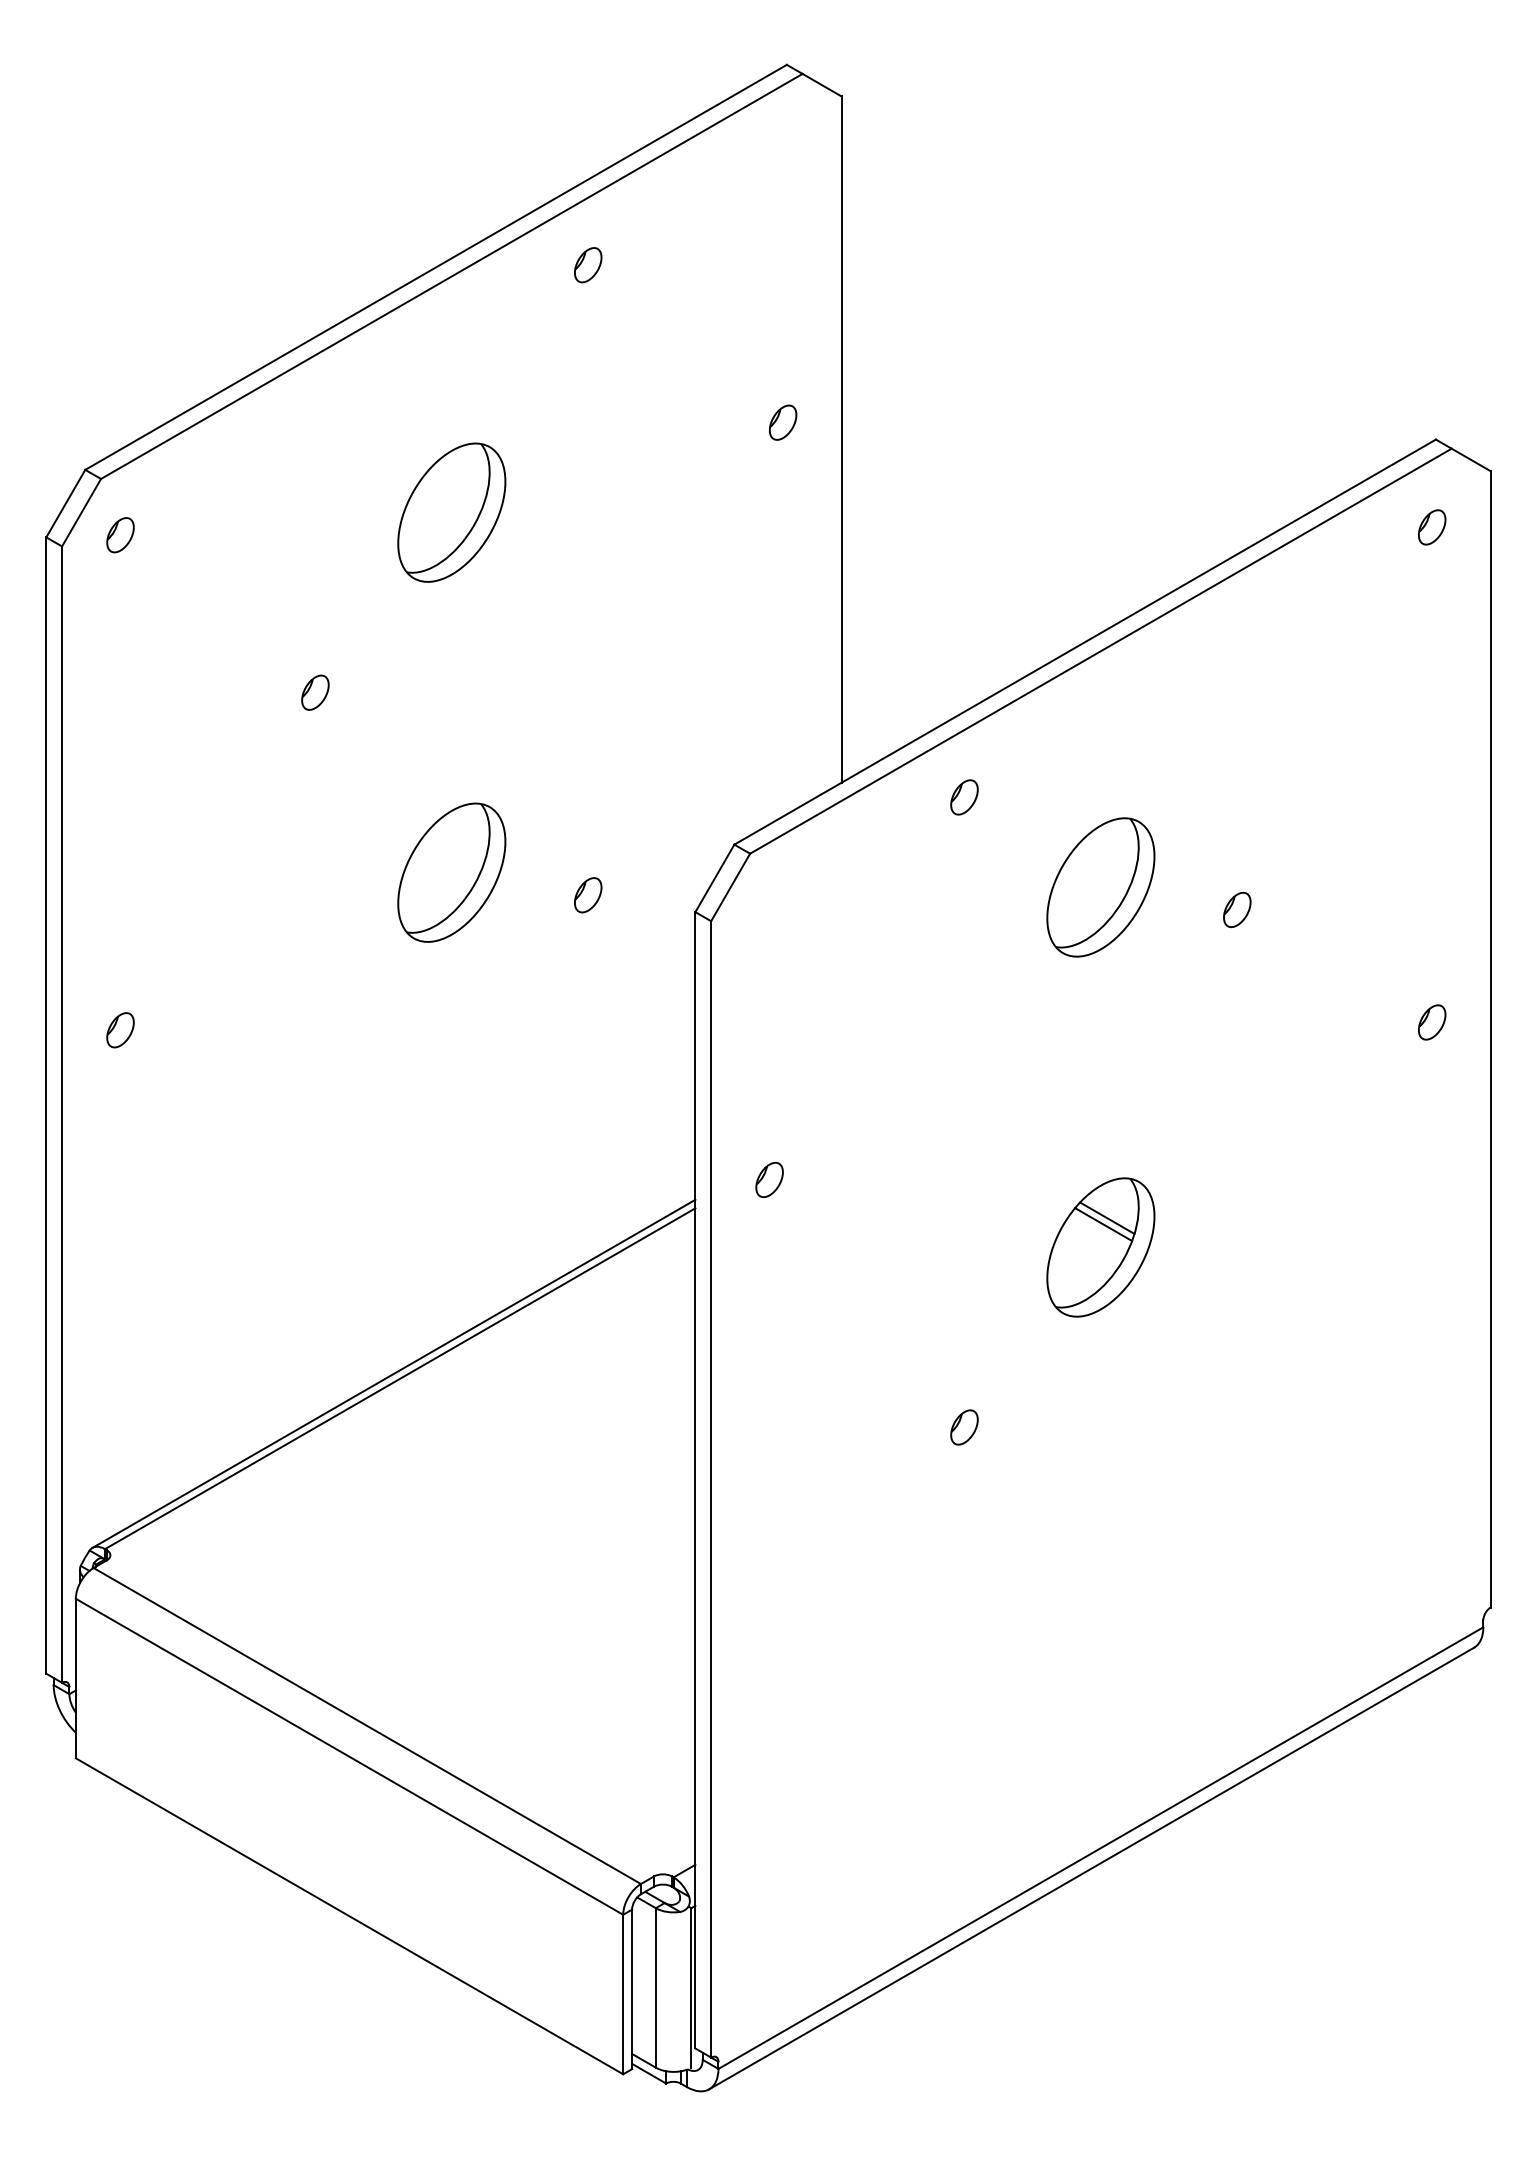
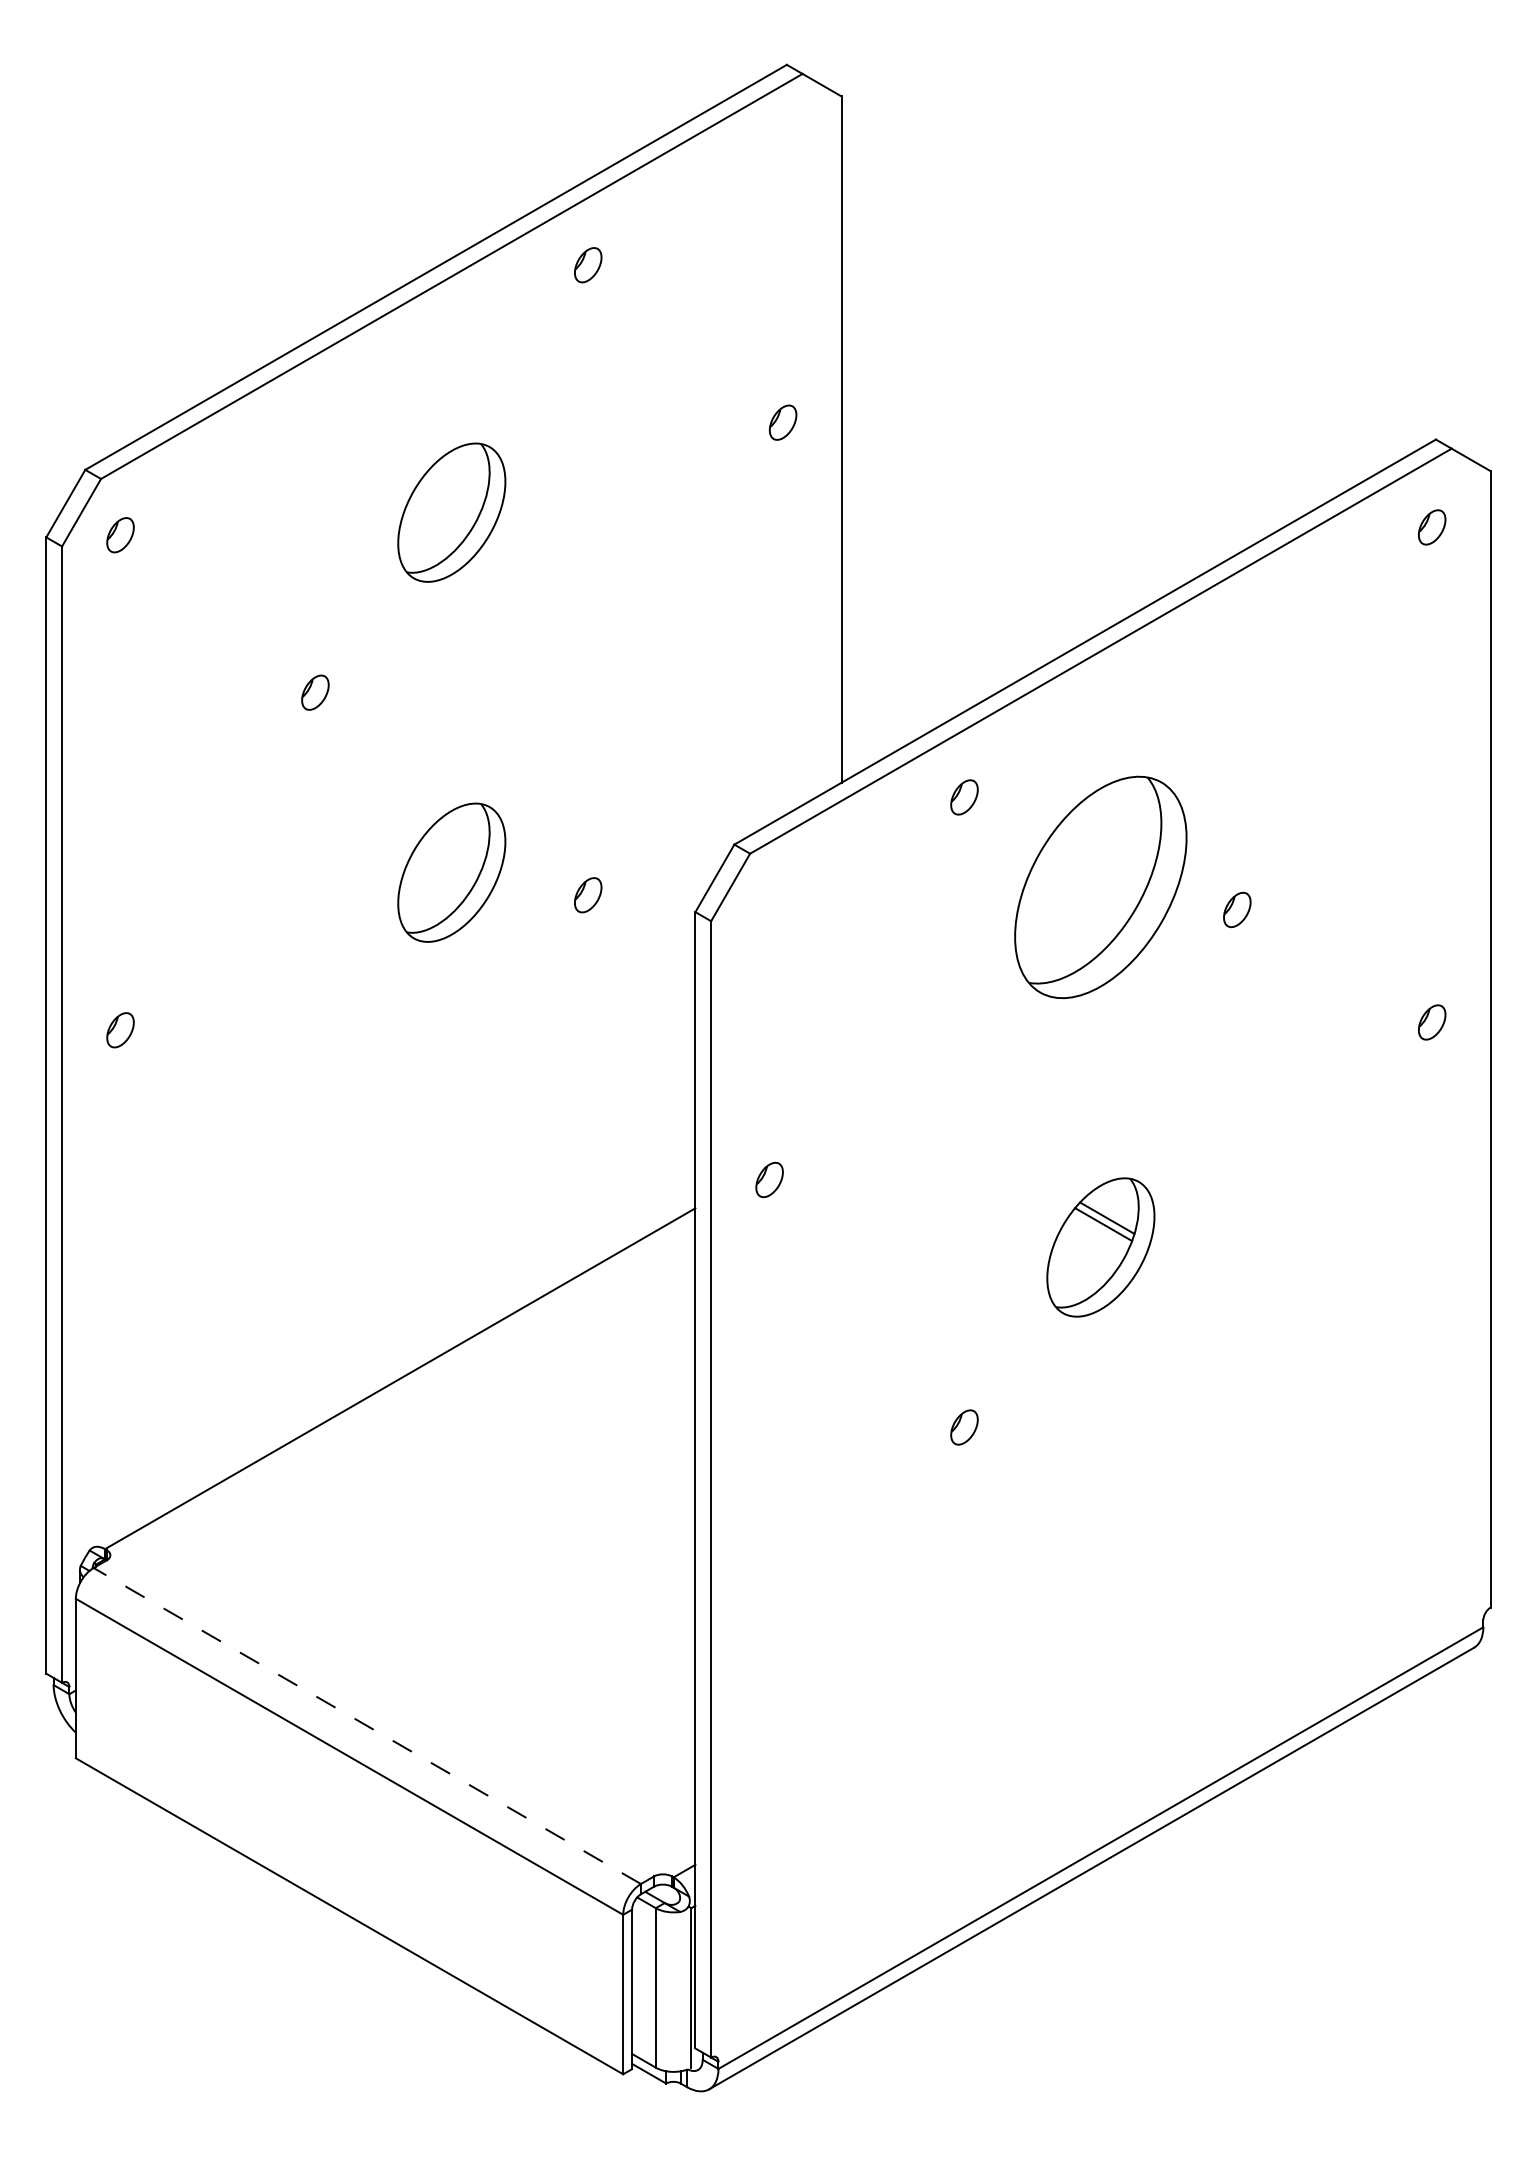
part at (1100, 887) size: 110x141 px -> 174x225 px
line at (393, 1373): present -> none
line at (366, 1725): solid -> dashed
